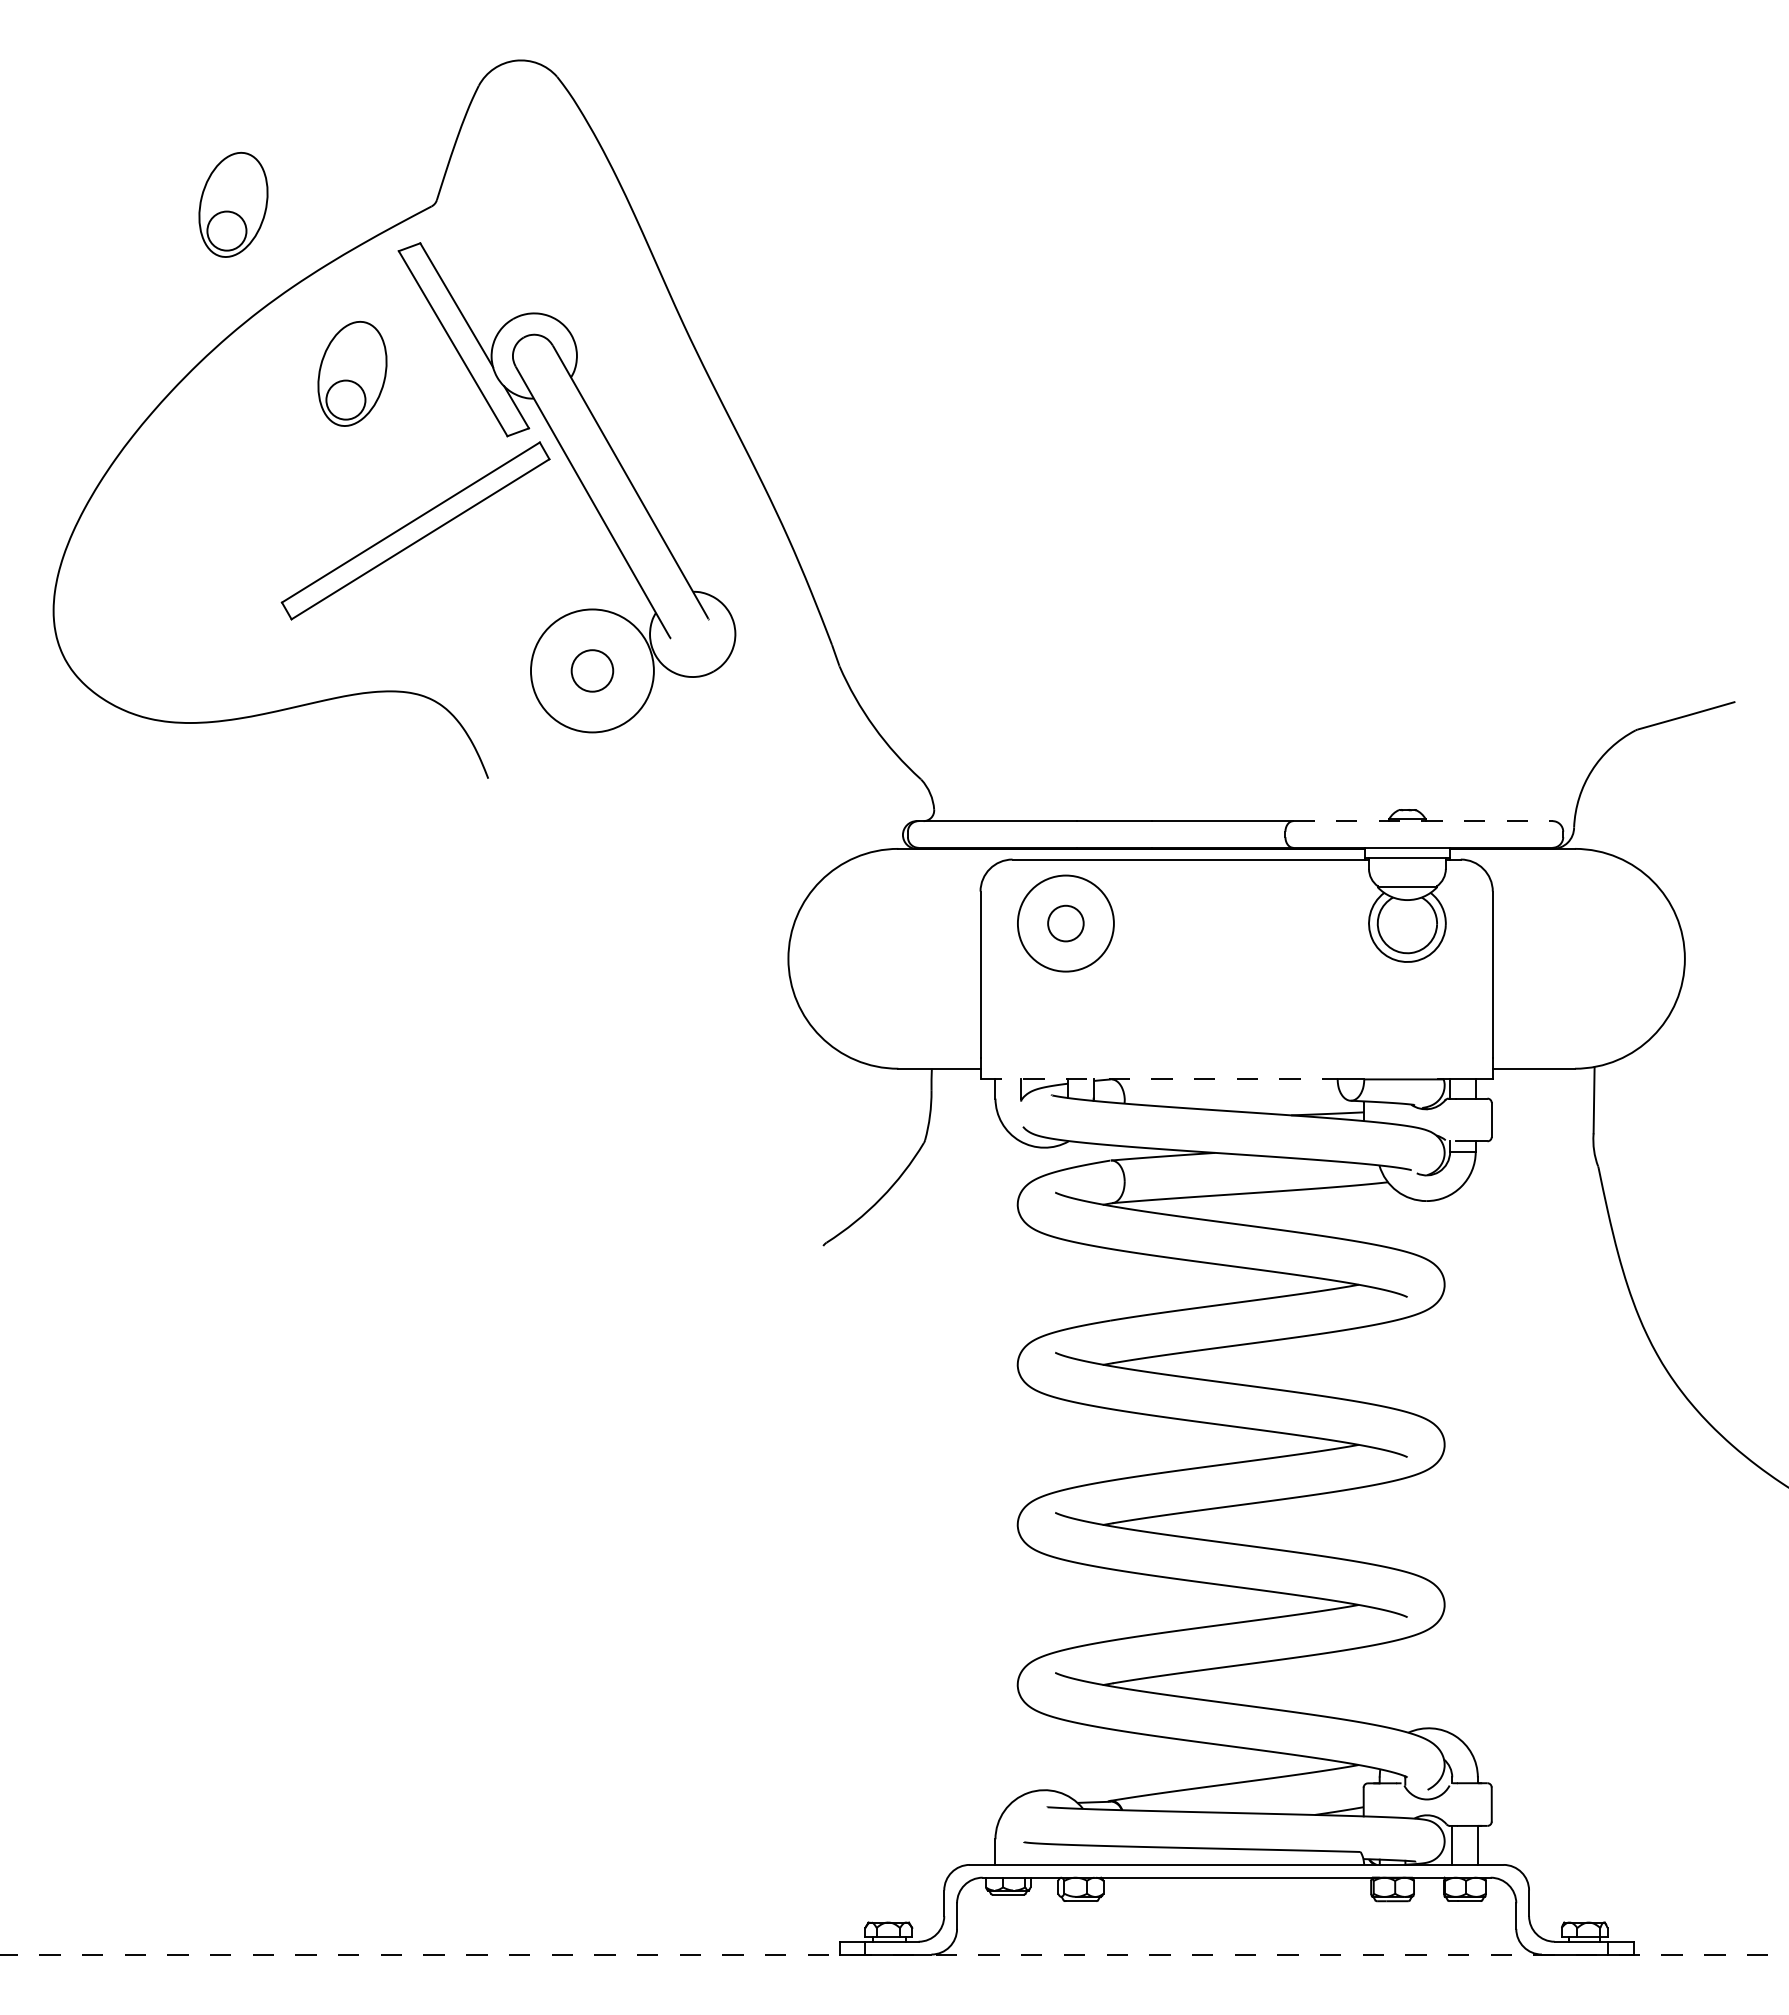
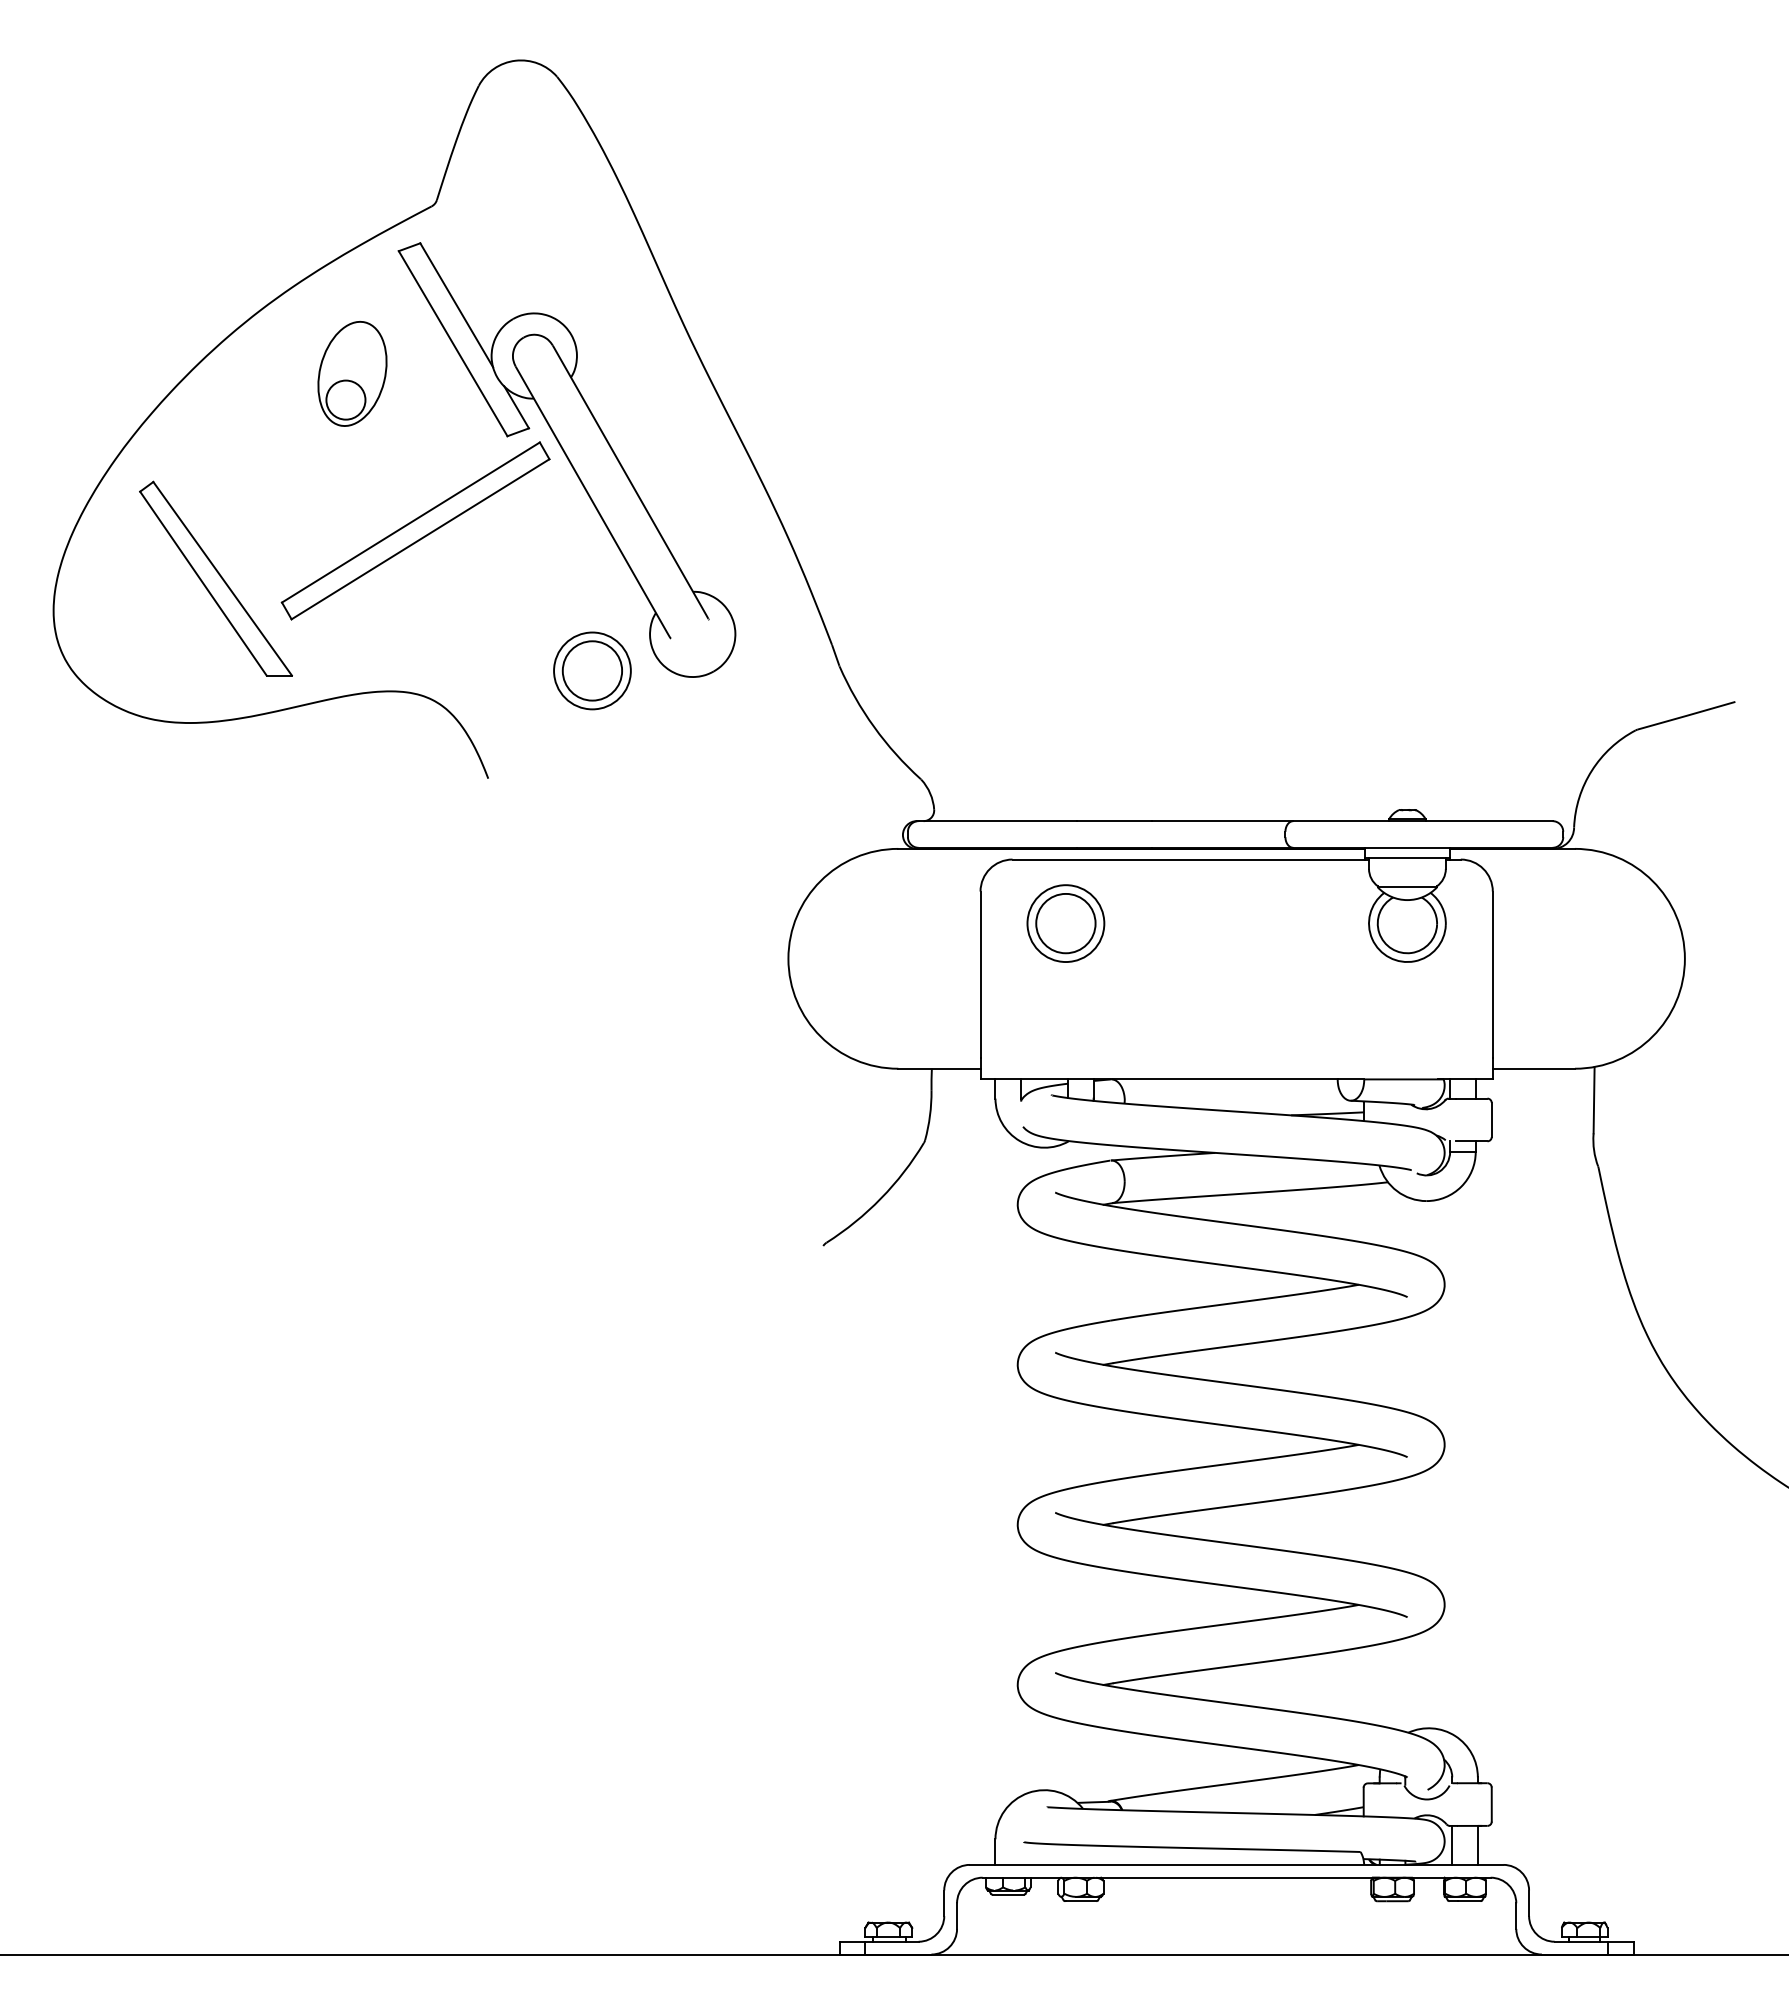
part at (233, 204): present -> none
part at (215, 578): none -> present
circle at (591, 670) diameter: 123 px -> 77 px
circle at (592, 670) diameter: 42 px -> 59 px
line at (1422, 821): dashed -> solid
circle at (1065, 923) diameter: 36 px -> 59 px
circle at (1065, 923) diameter: 96 px -> 77 px
line at (1159, 1079): dashed -> solid
line at (894, 1954): dashed -> solid
